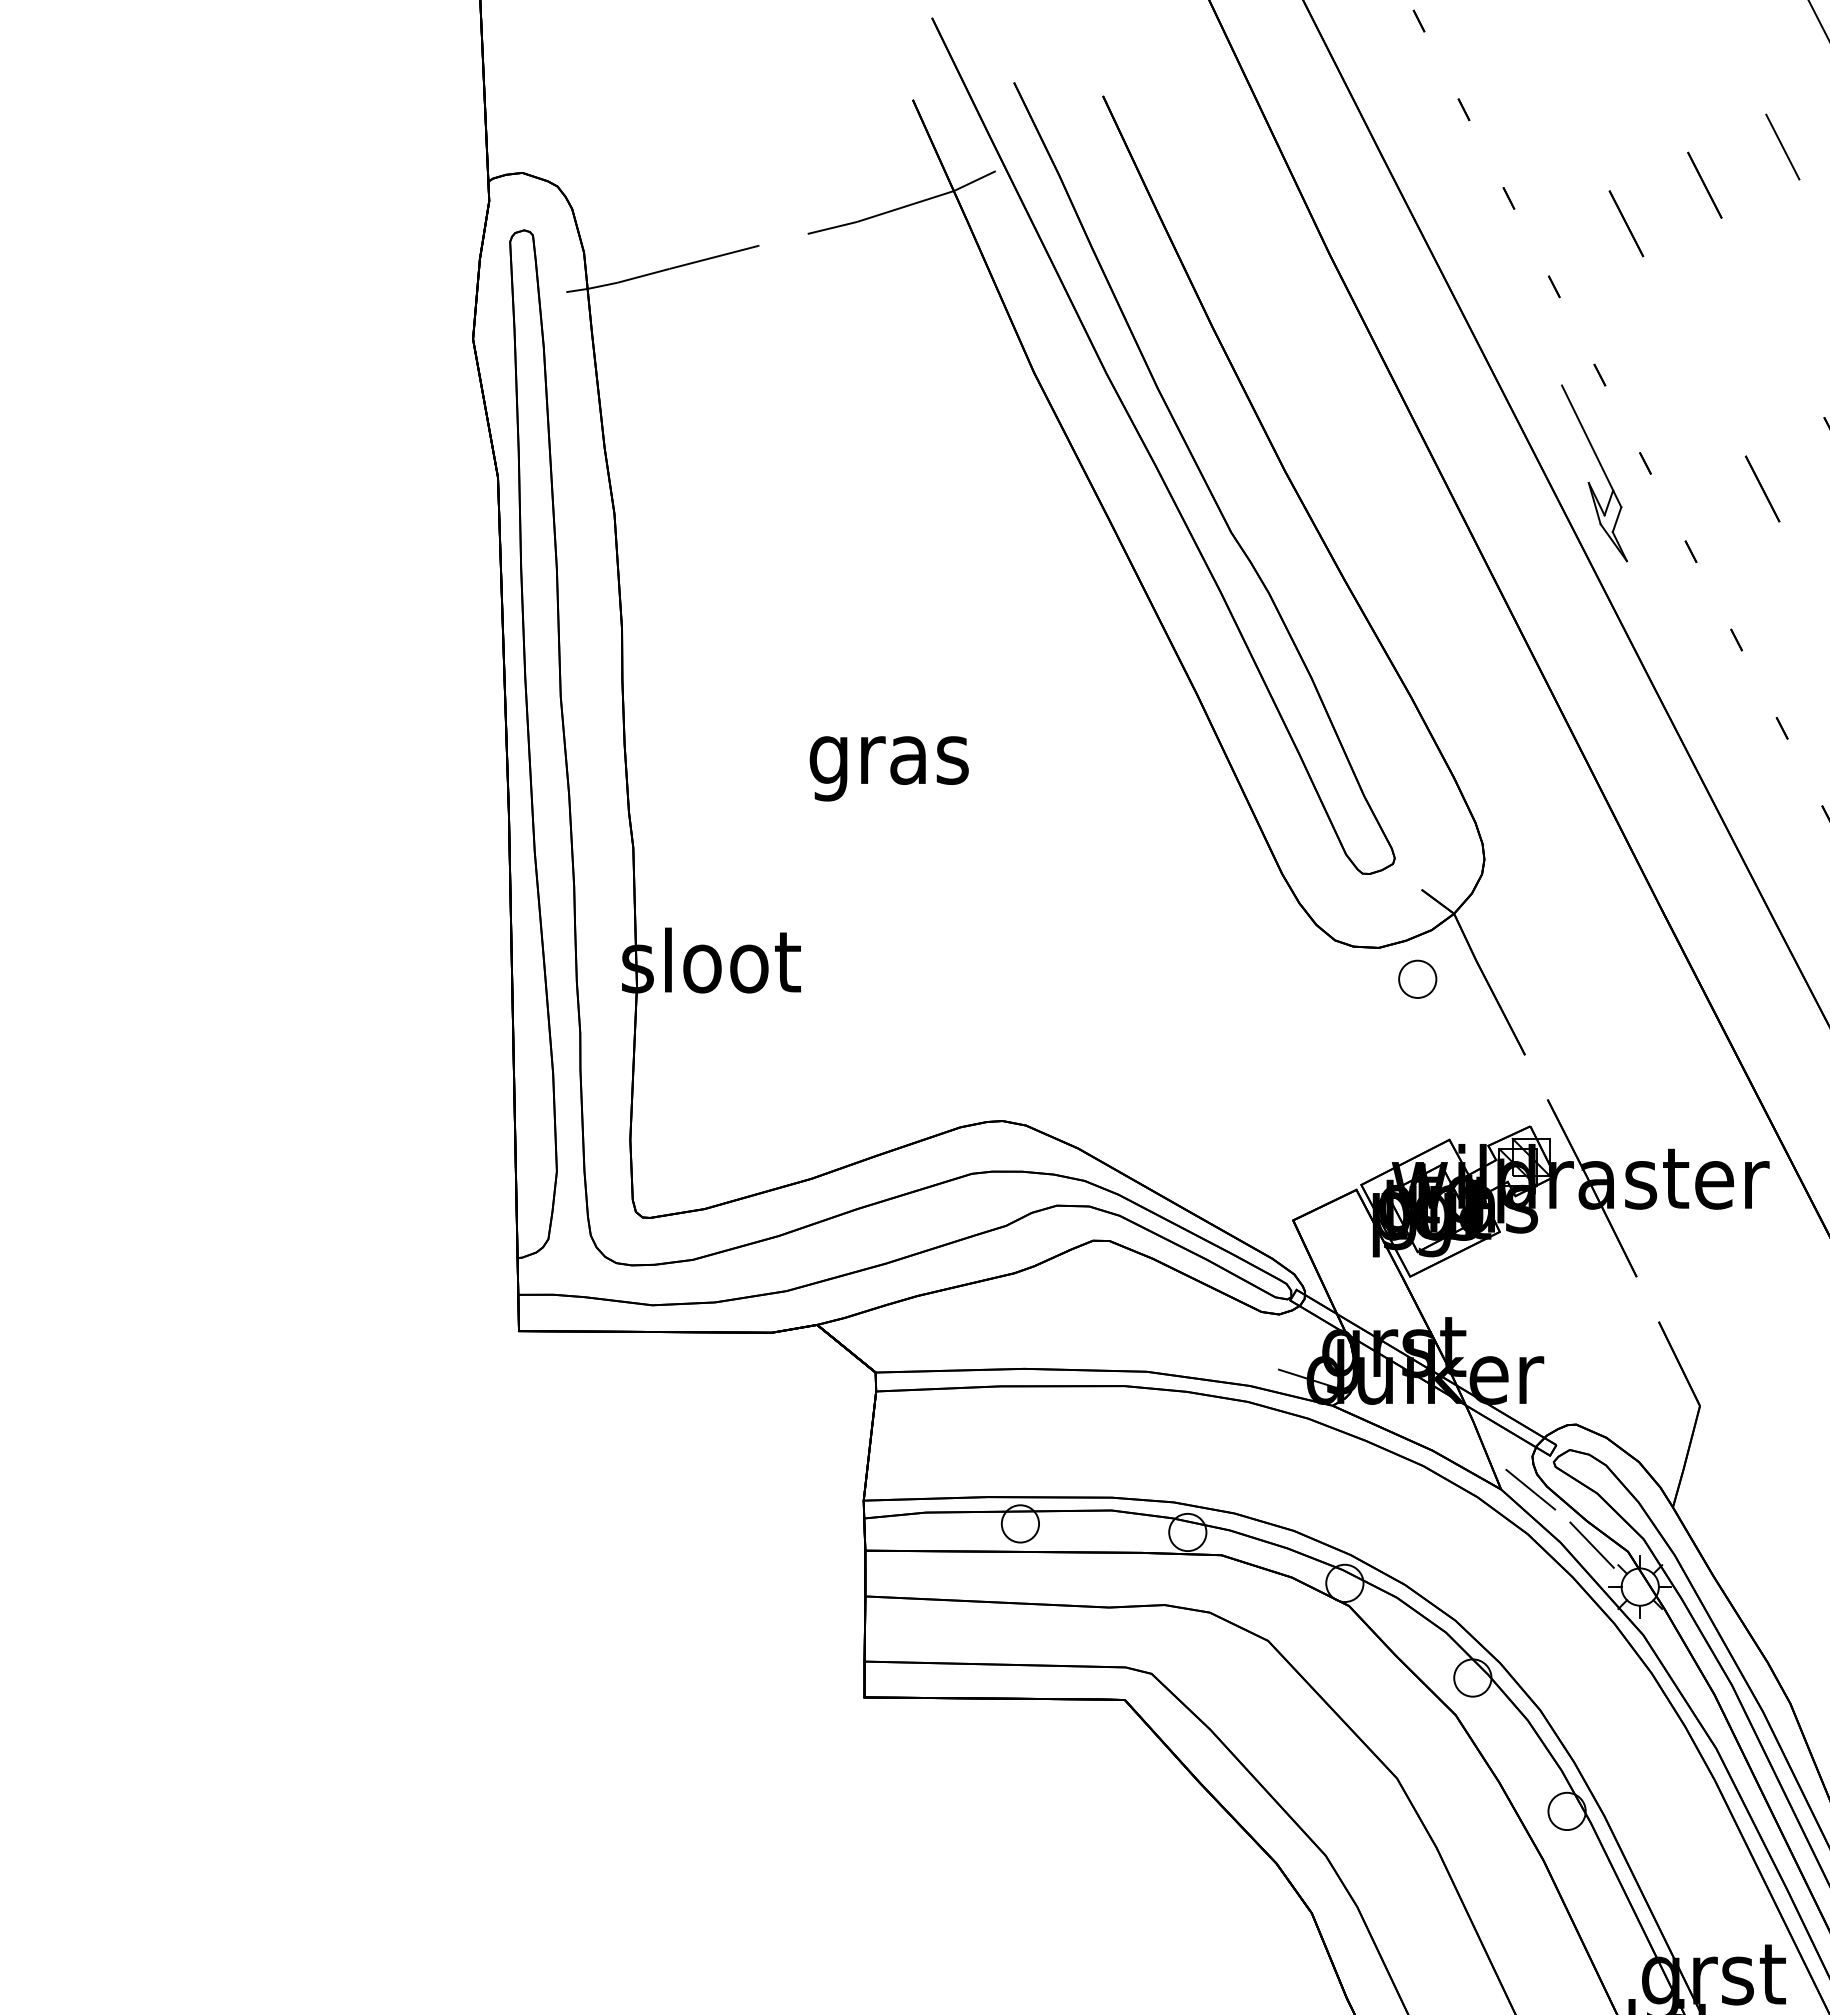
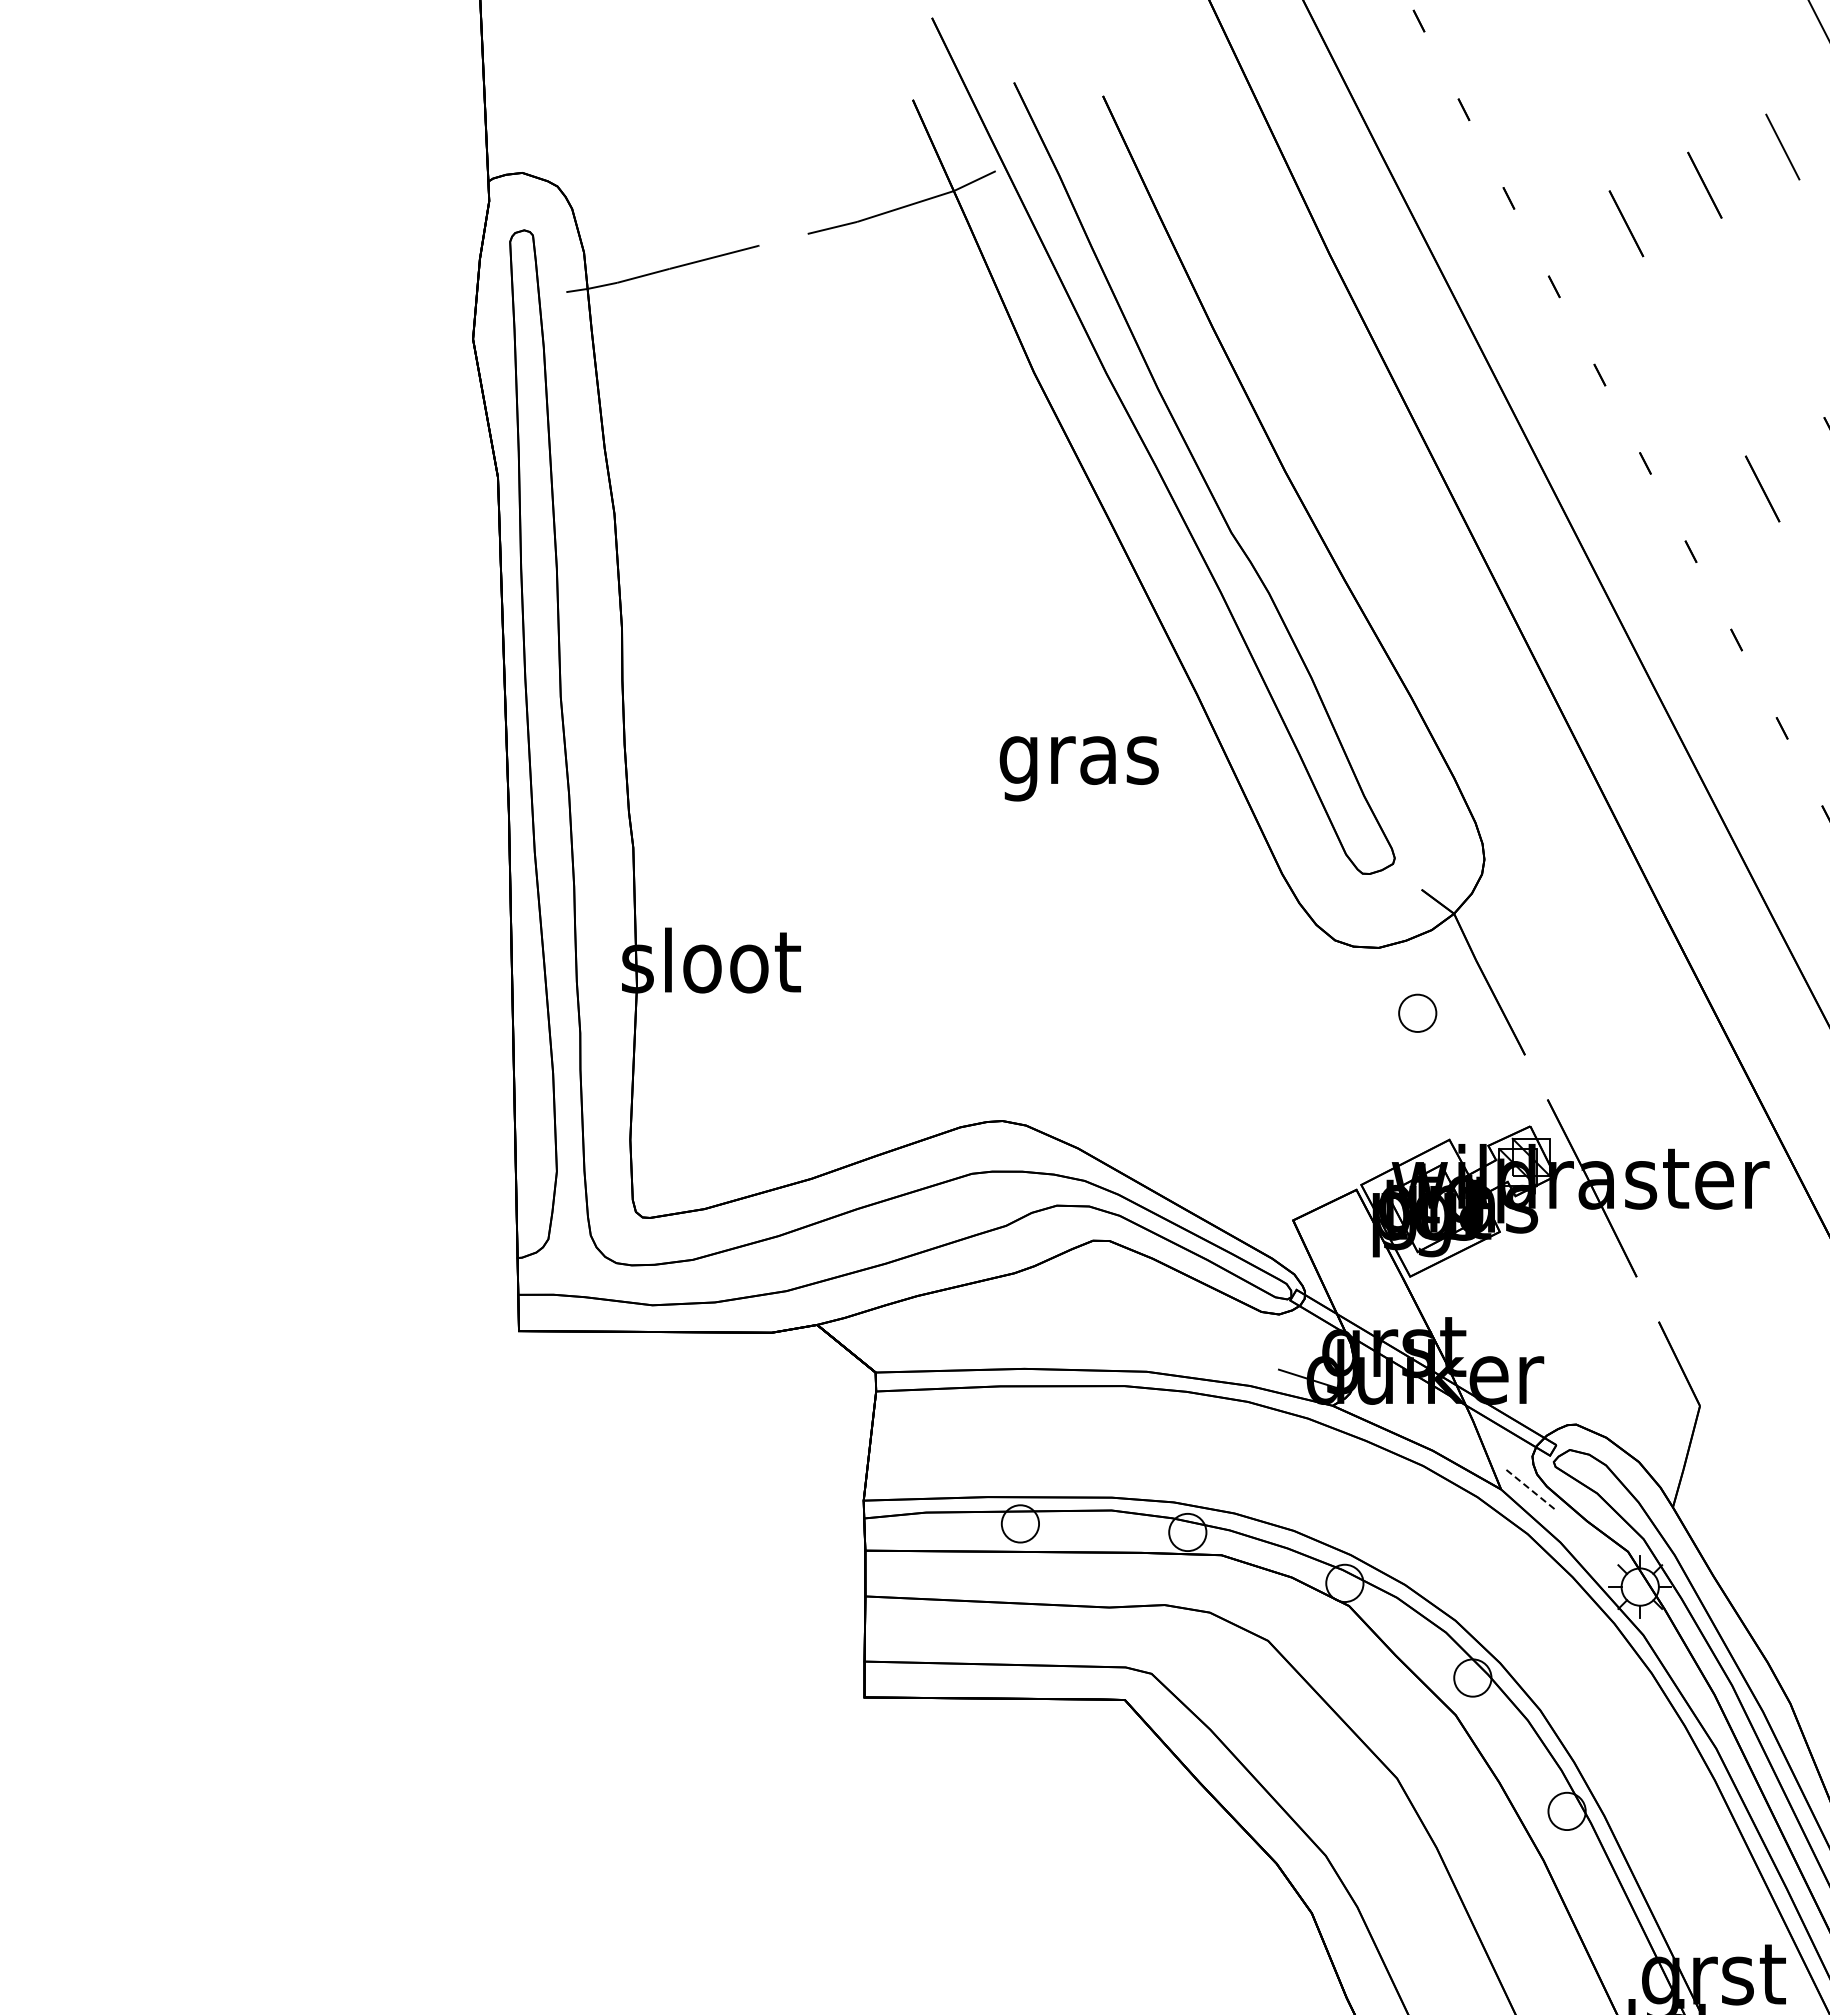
part at (1602, 471): present -> none
text at (888, 768) position: (888, 768) -> (1078, 768)
part at (1417, 978) position: (1417, 978) -> (1417, 1012)
line at (1531, 1490): solid -> dashed
line at (1591, 1544): present -> none
